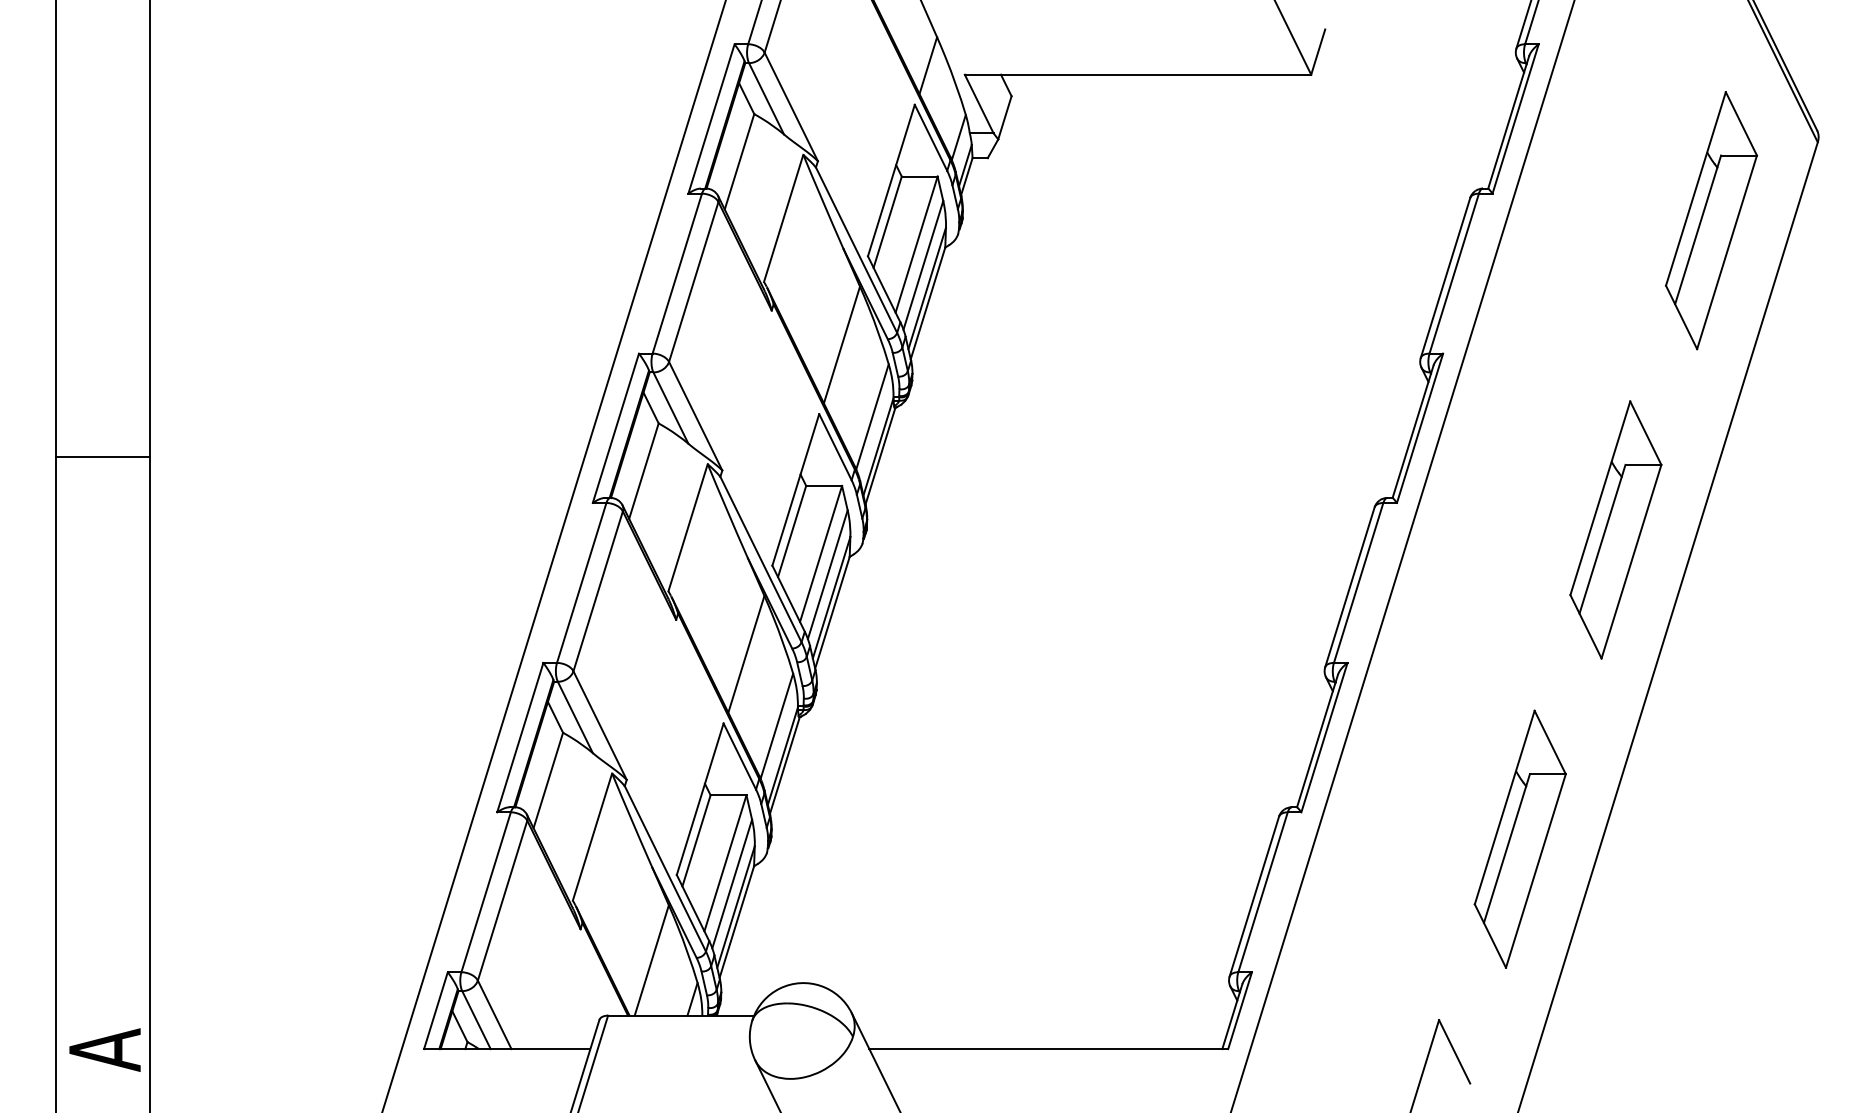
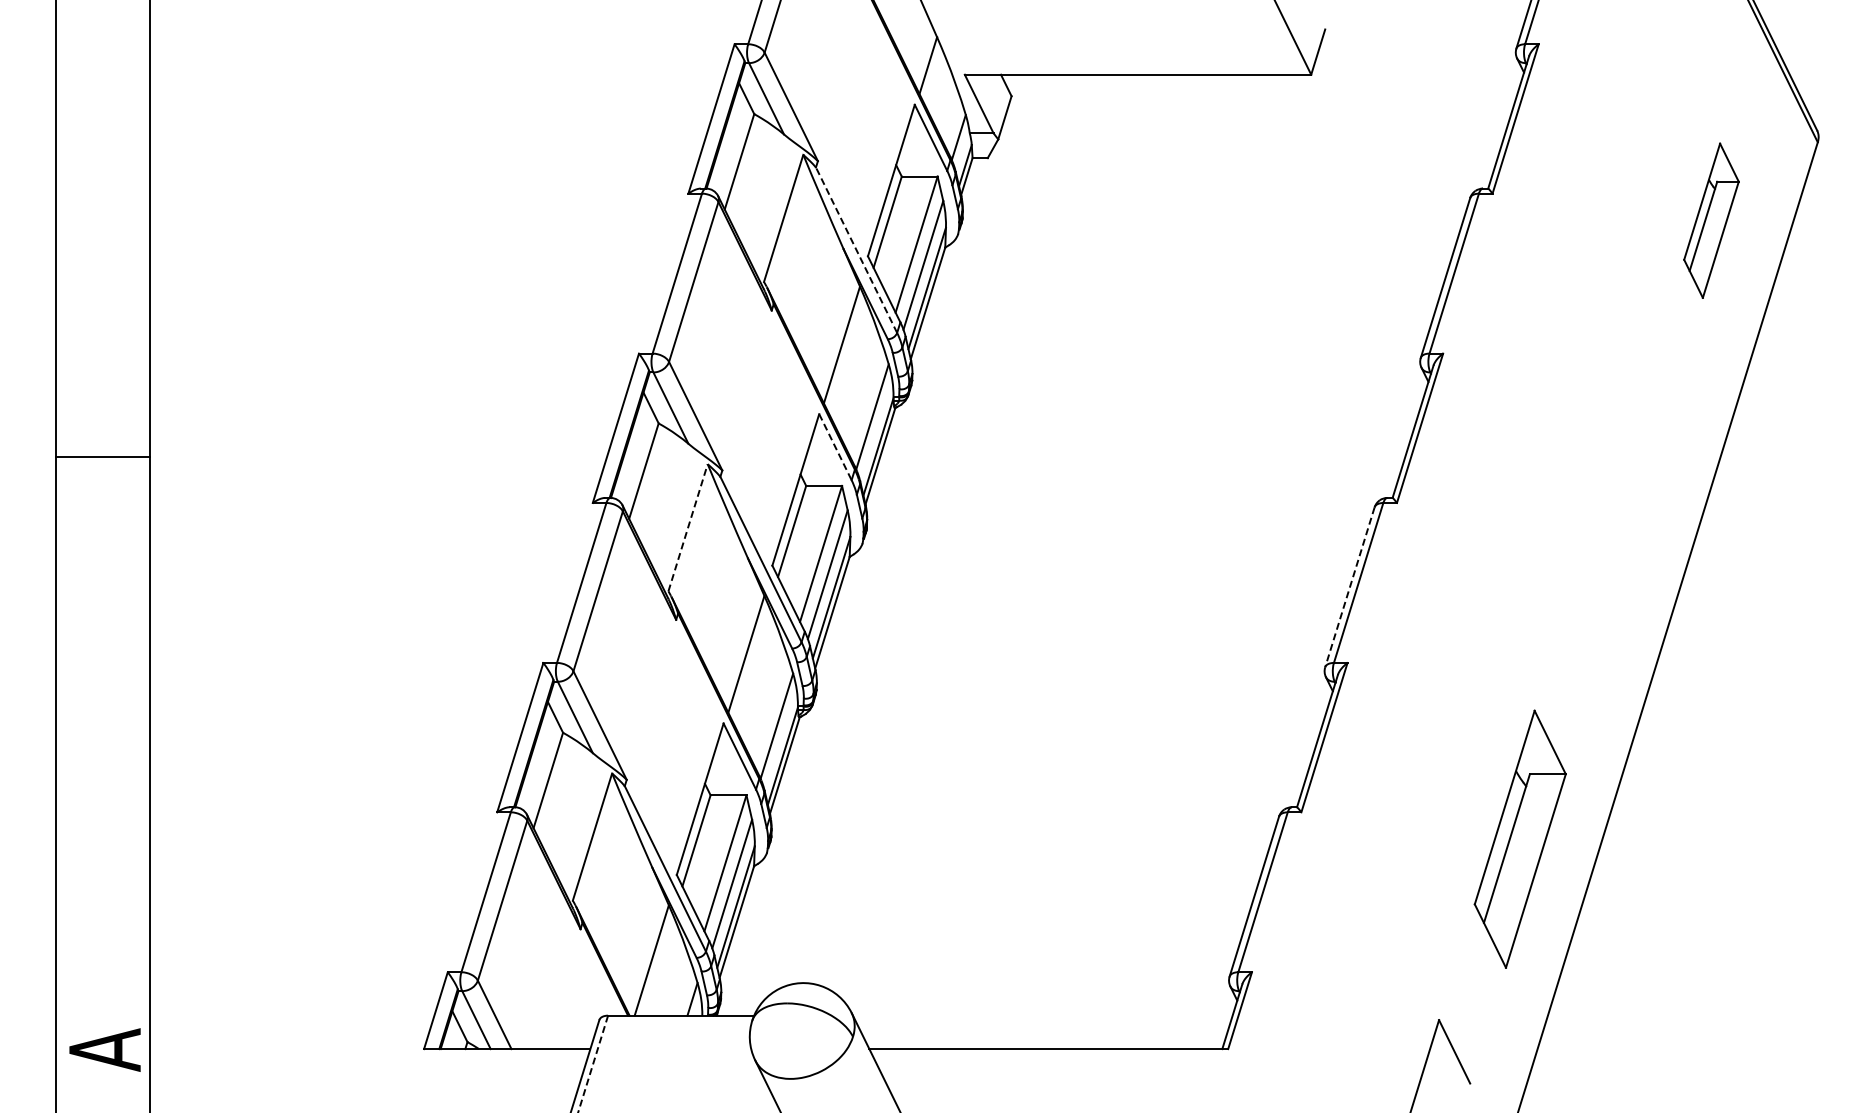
part at (1711, 220) size: 93x260 px -> 57x157 px
line at (856, 249): solid -> dashed
line at (835, 447): solid -> dashed
line at (688, 527): solid -> dashed
part at (1615, 529): present -> none
line at (554, 555): present -> none
line at (1402, 555): present -> none
line at (1349, 587): solid -> dashed
line at (593, 1064): solid -> dashed
